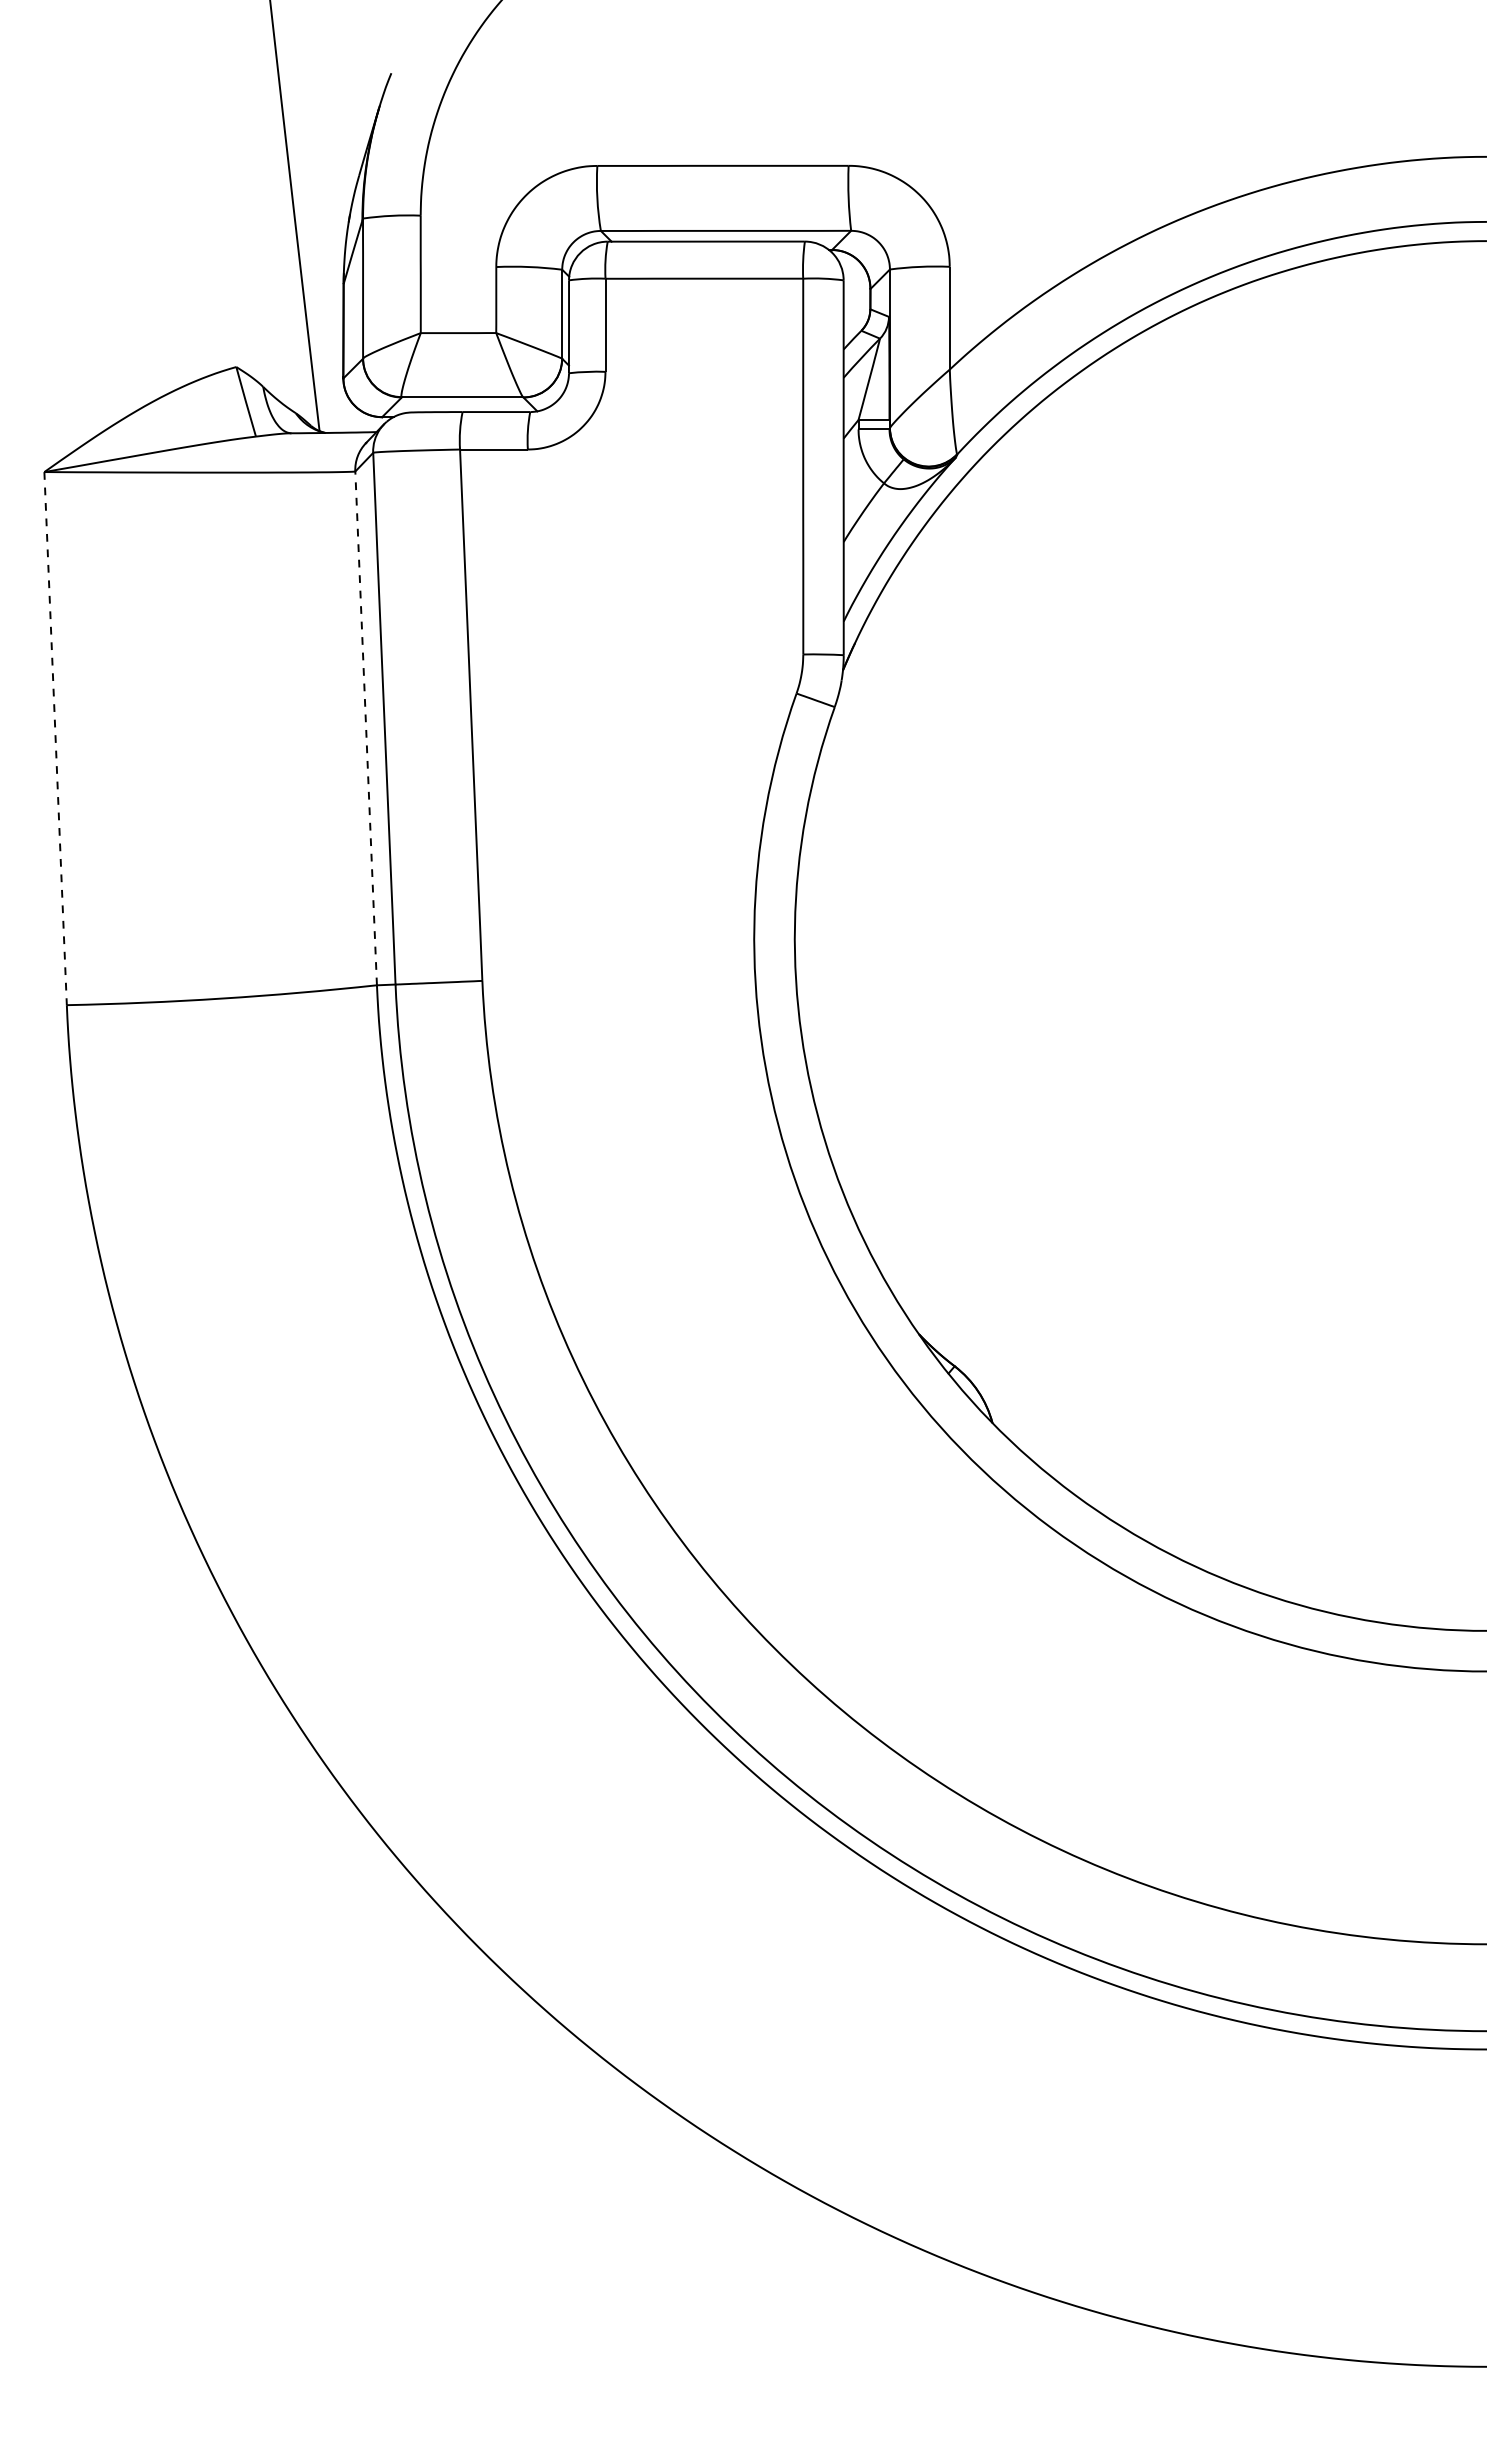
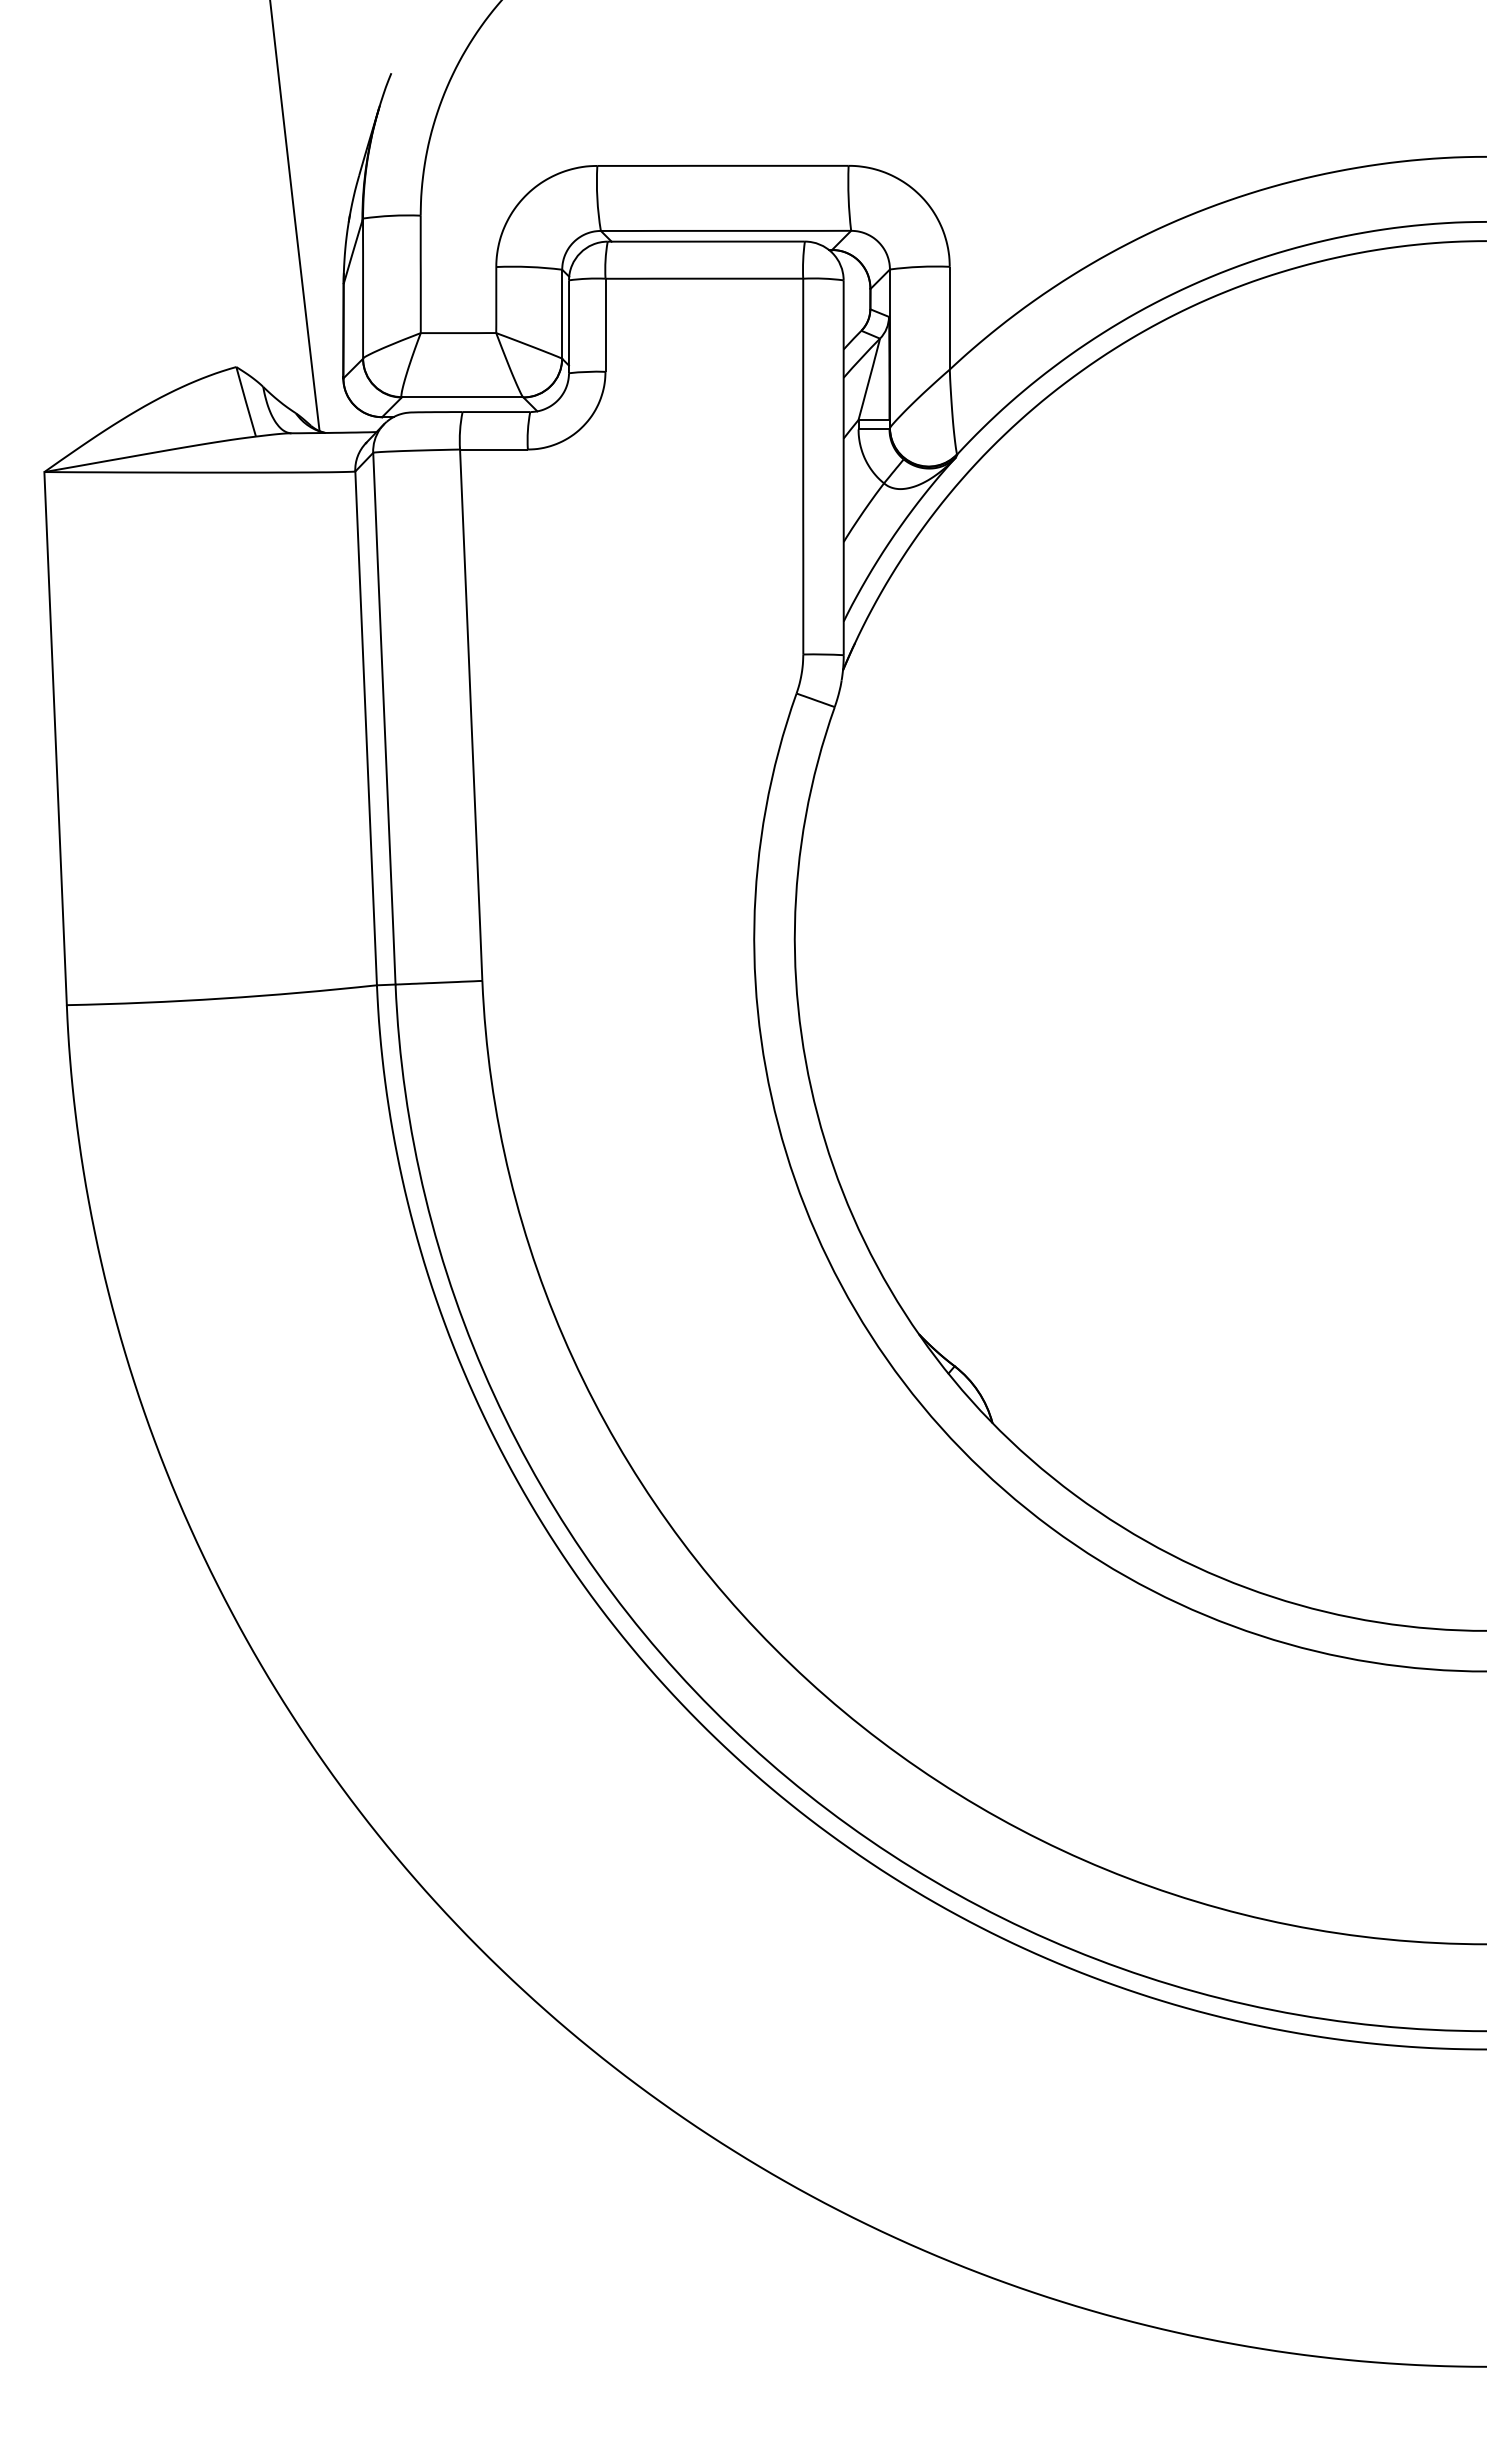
line at (366, 727): dashed -> solid
line at (55, 738): dashed -> solid
